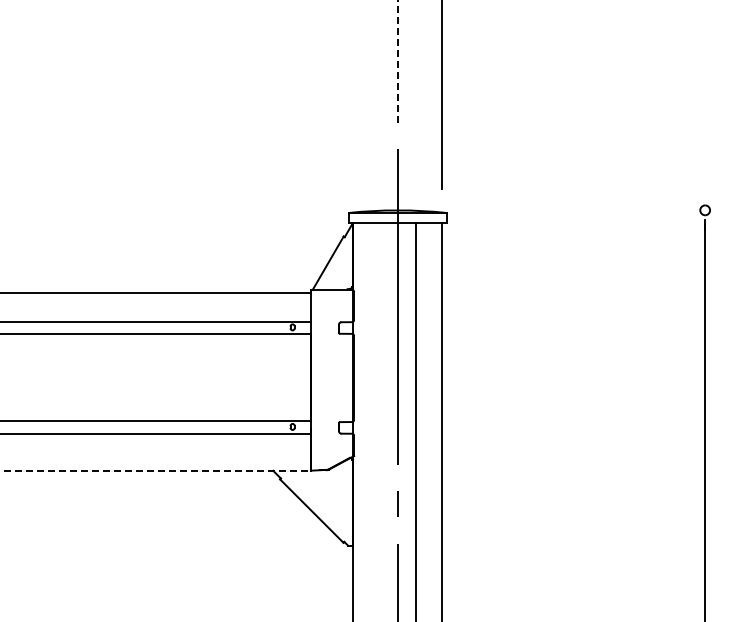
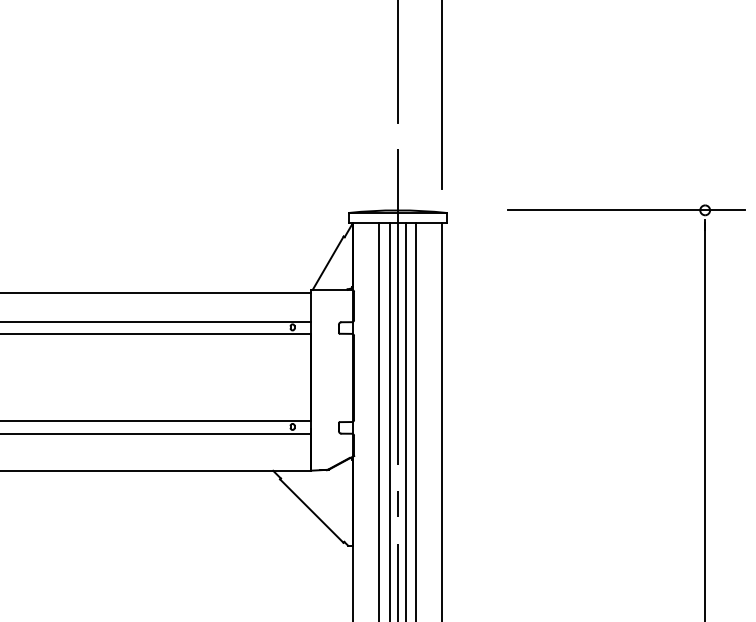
line at (397, 61): dashed -> solid
line at (626, 210): none -> present
line at (379, 420): none -> present
line at (389, 420): none -> present
line at (405, 420): none -> present
line at (156, 470): dashed -> solid
